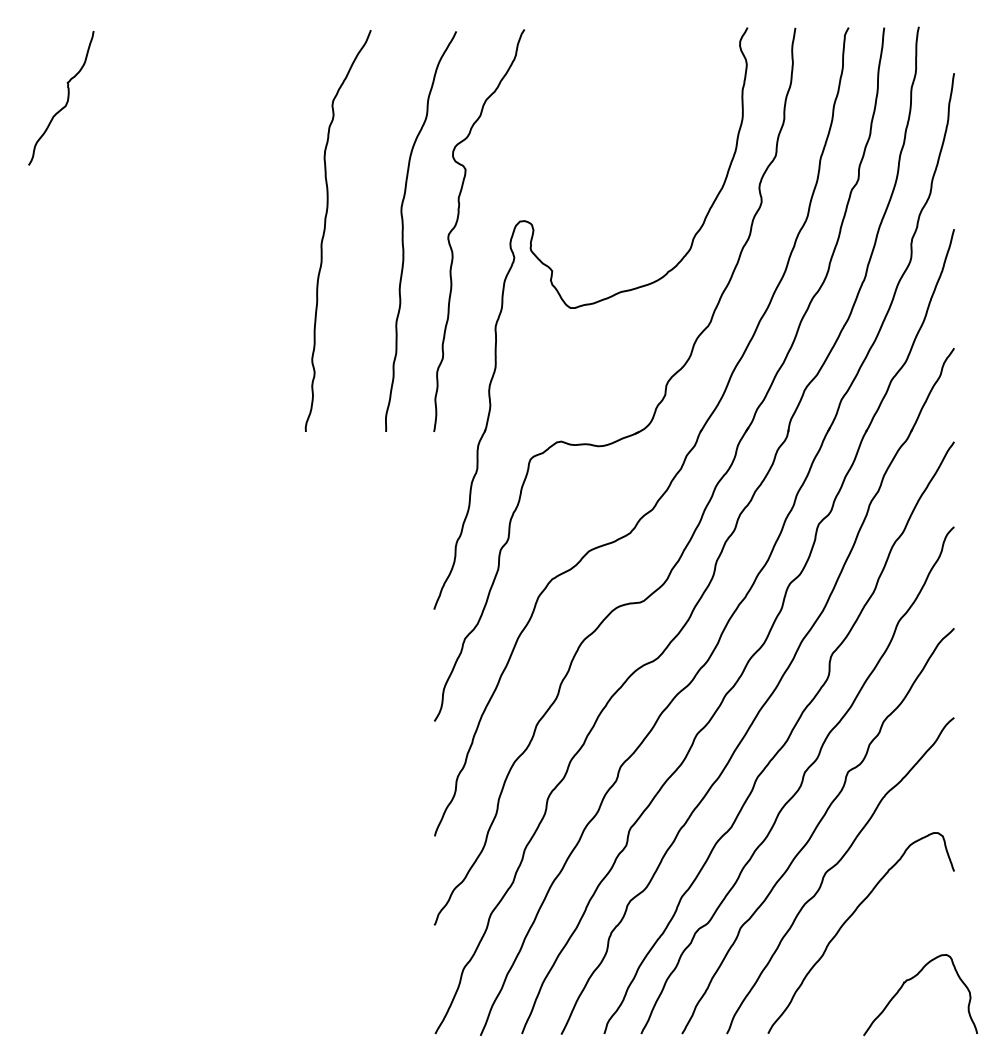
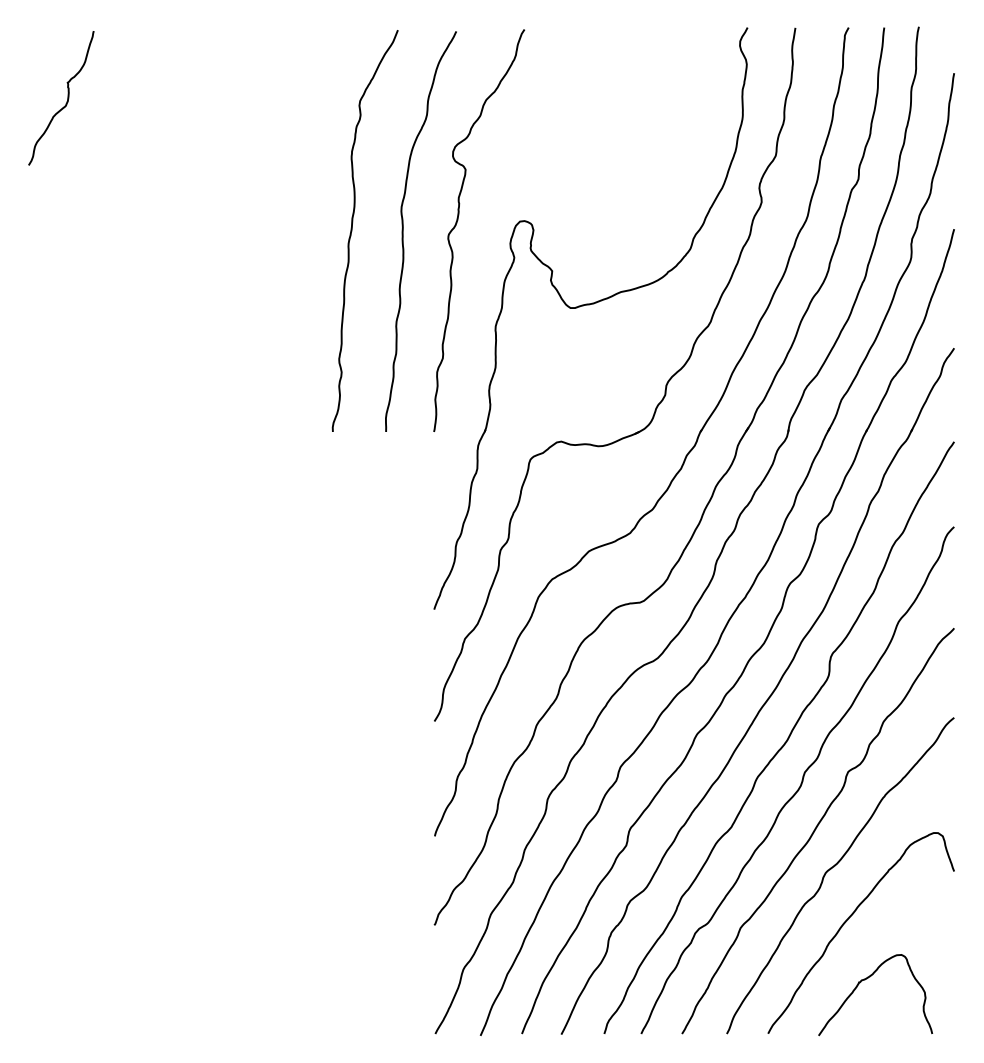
curve at (325, 230) position: (325, 230) -> (352, 230)
curve at (910, 980) position: (910, 980) -> (865, 980)
